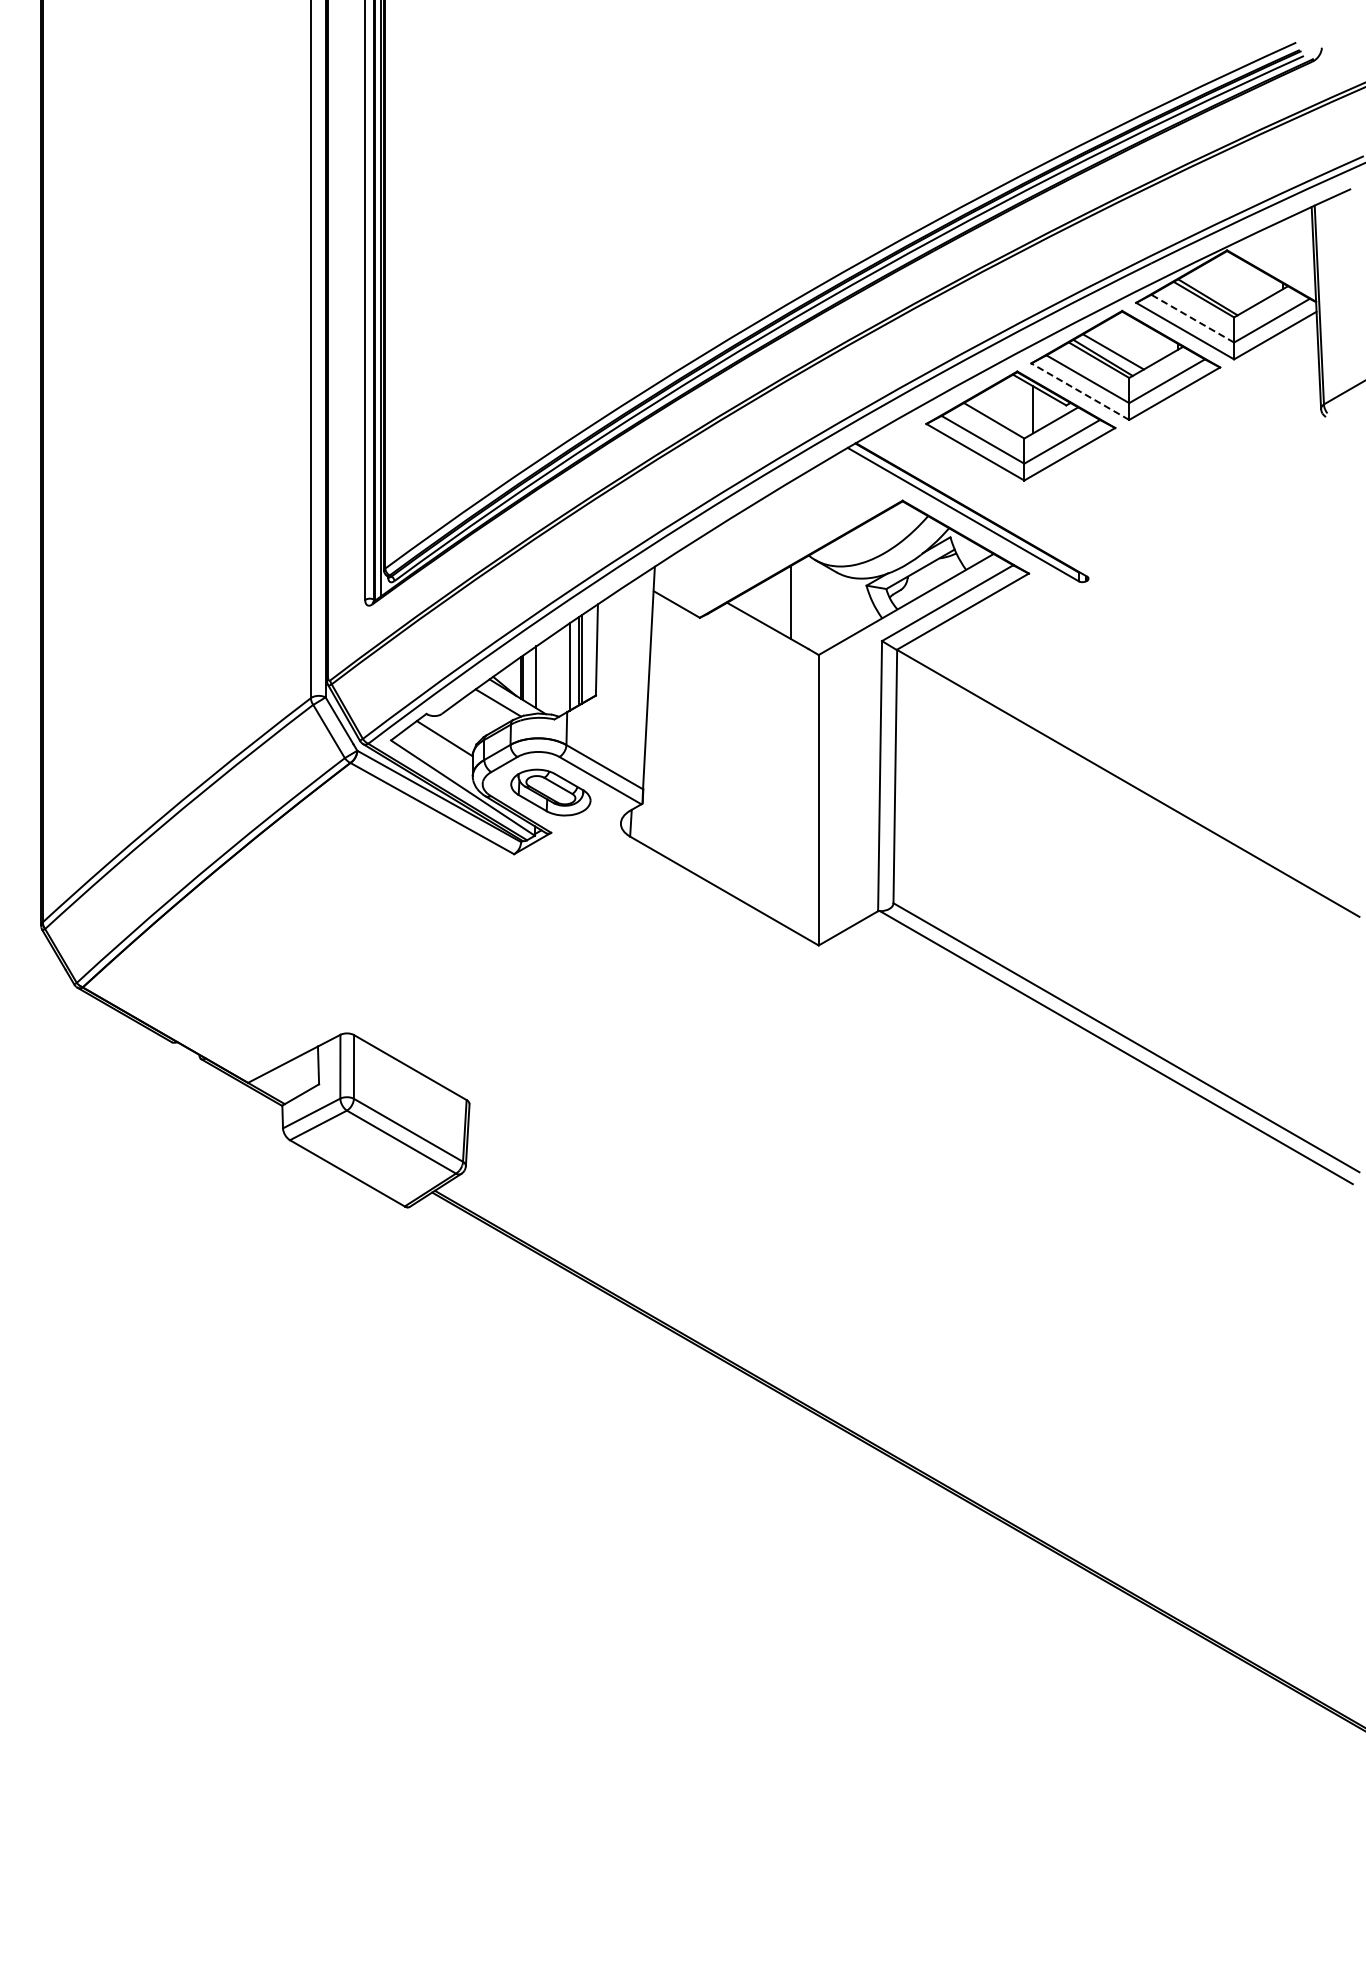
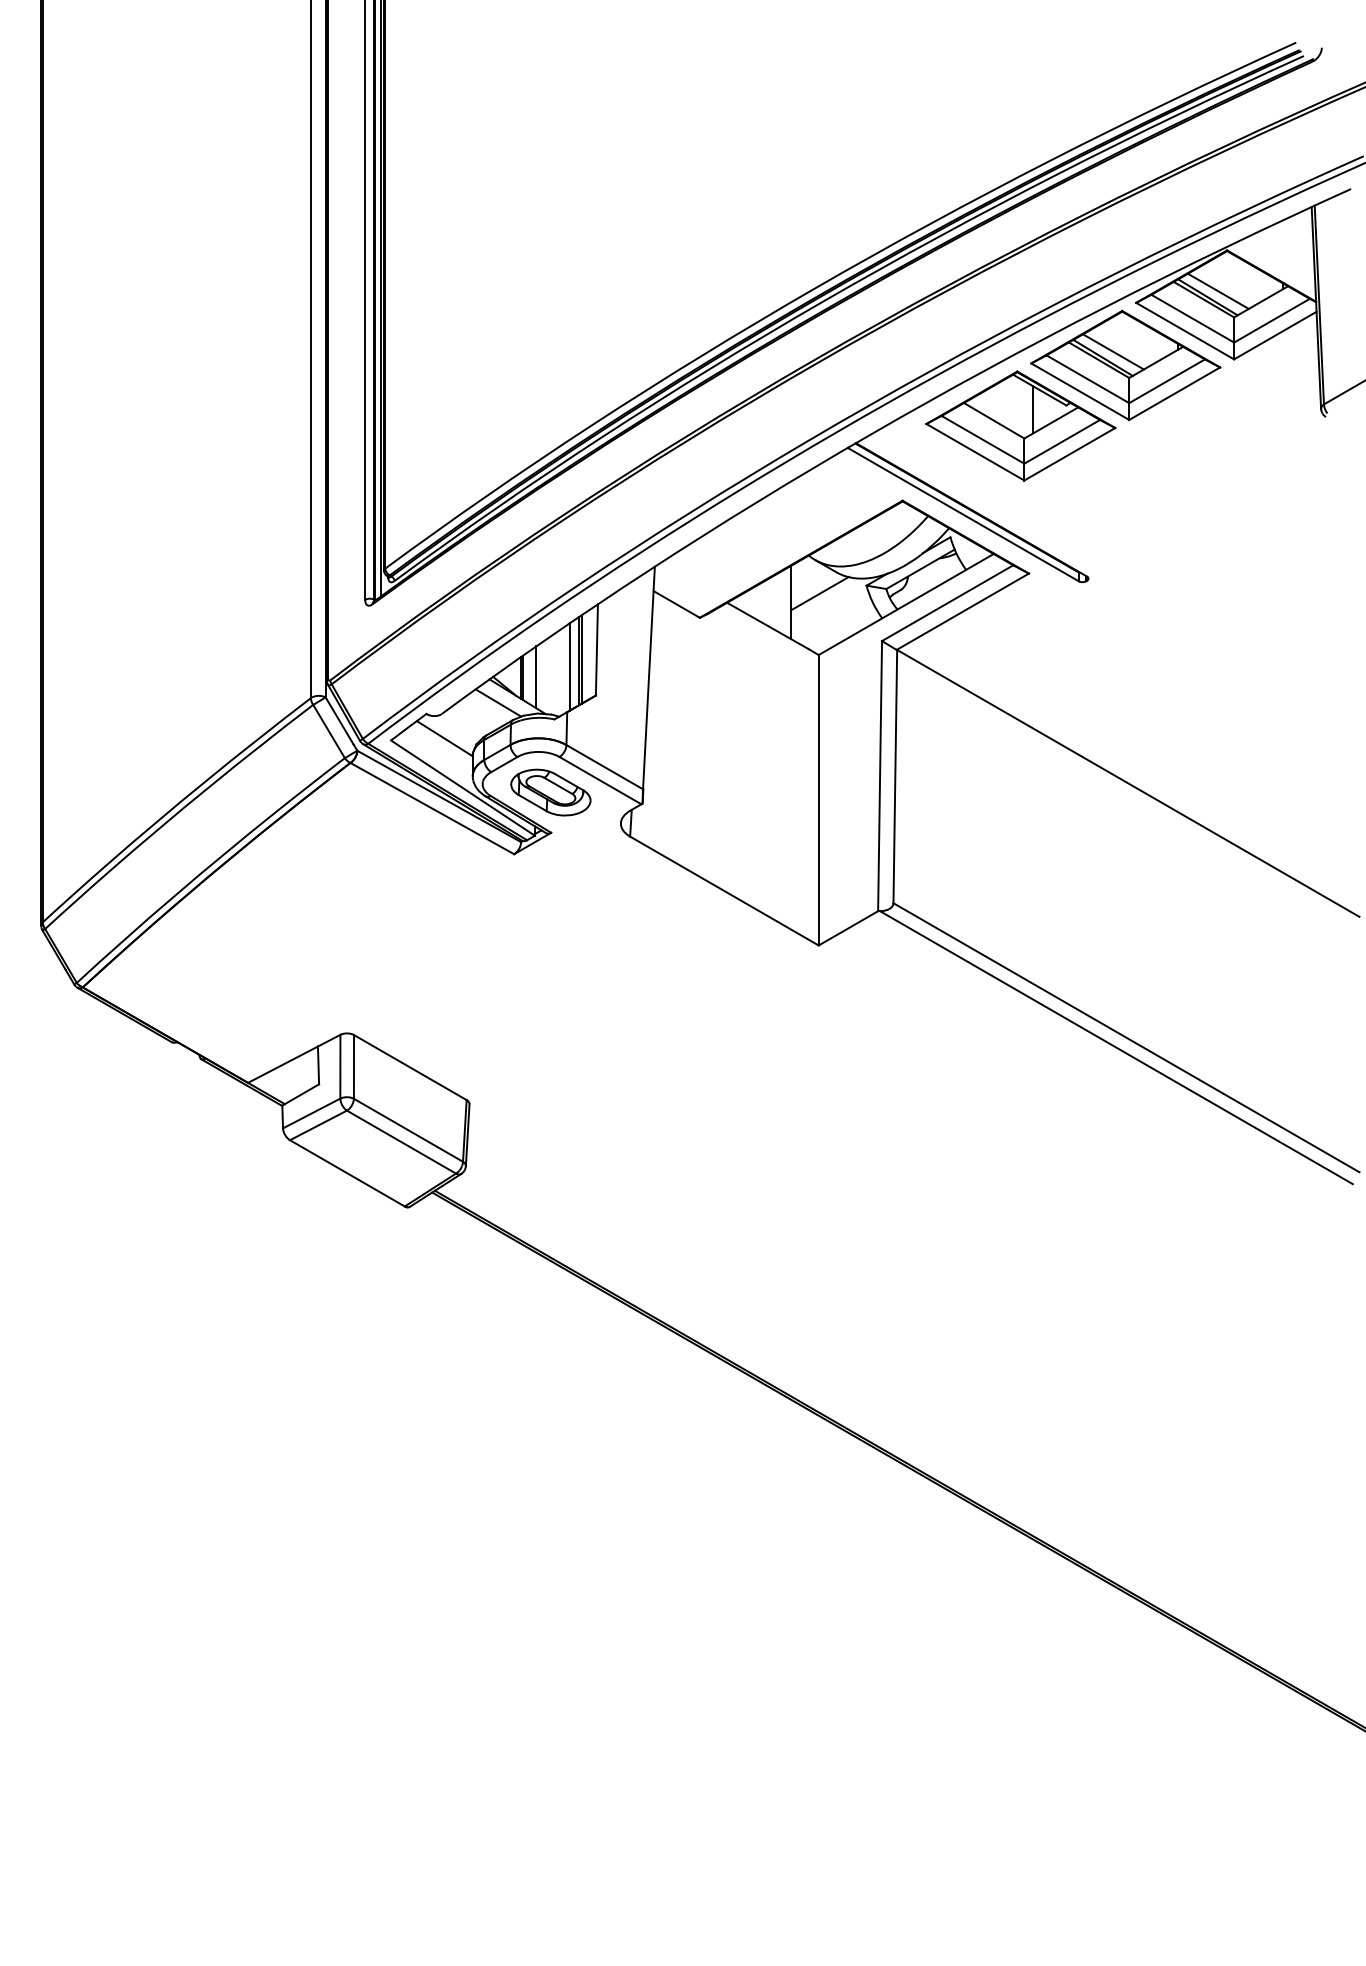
line at (1217, 290): none -> present
line at (1192, 318): dashed -> solid
line at (1080, 391): dashed -> solid
line at (820, 593): none -> present
